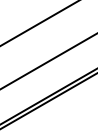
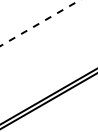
line at (40, 23): solid -> dashed
line at (48, 61): present -> none
